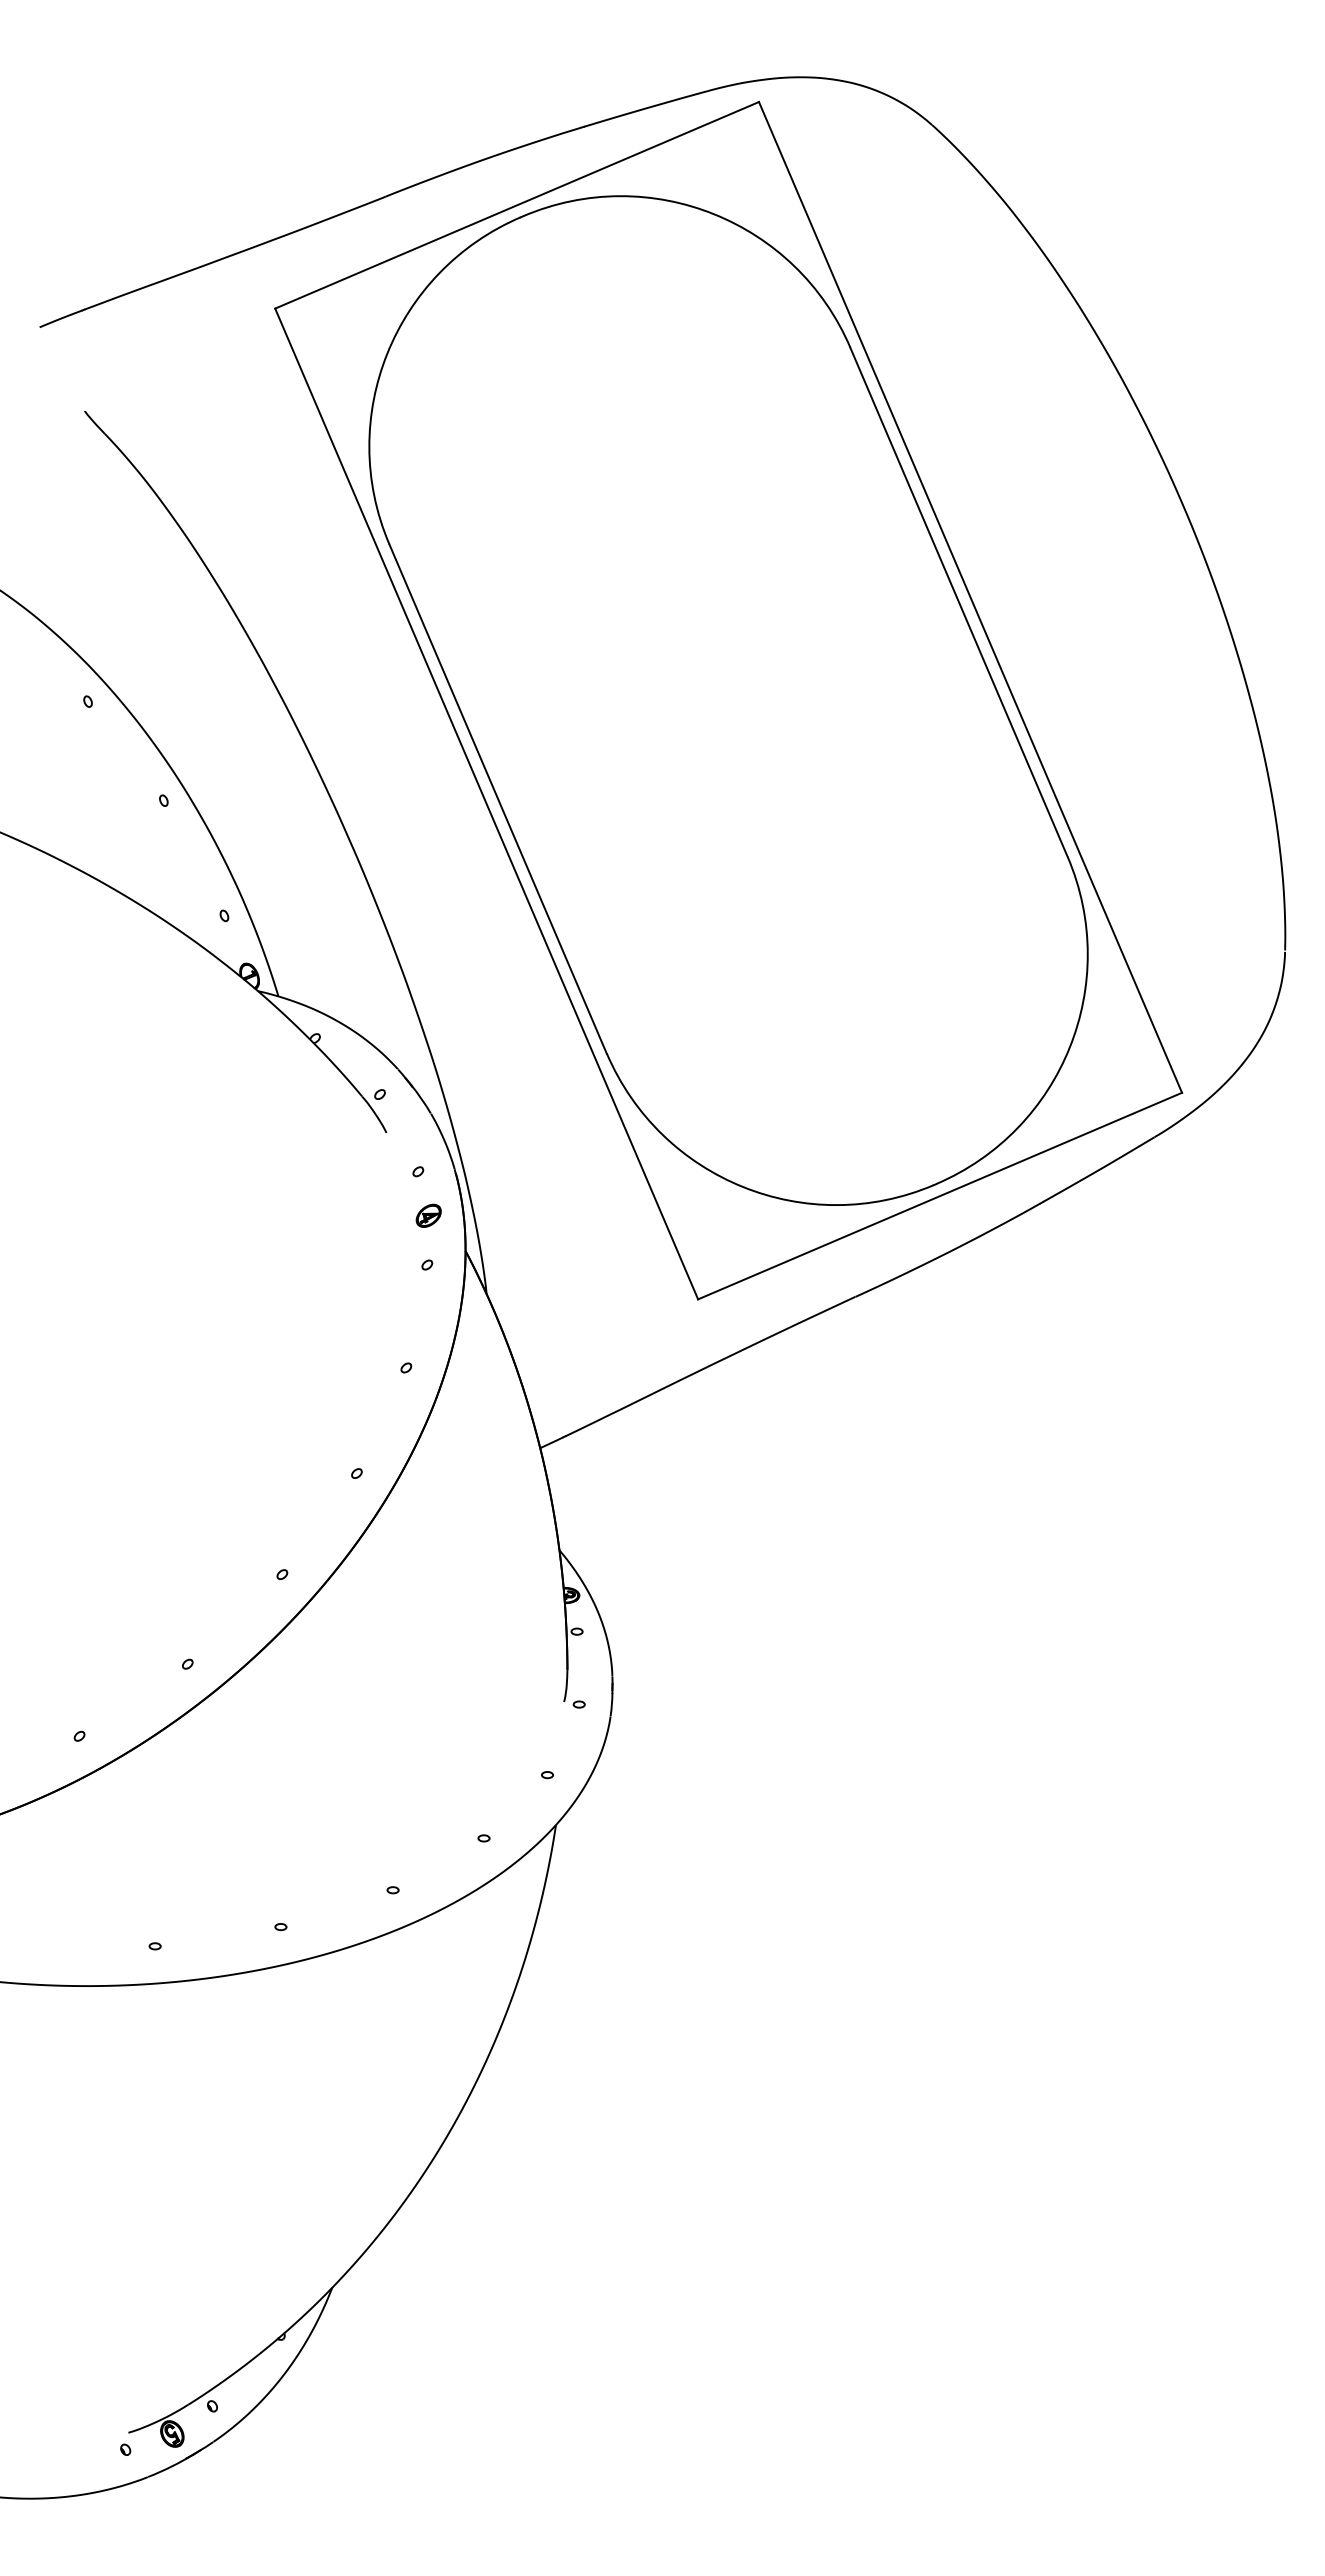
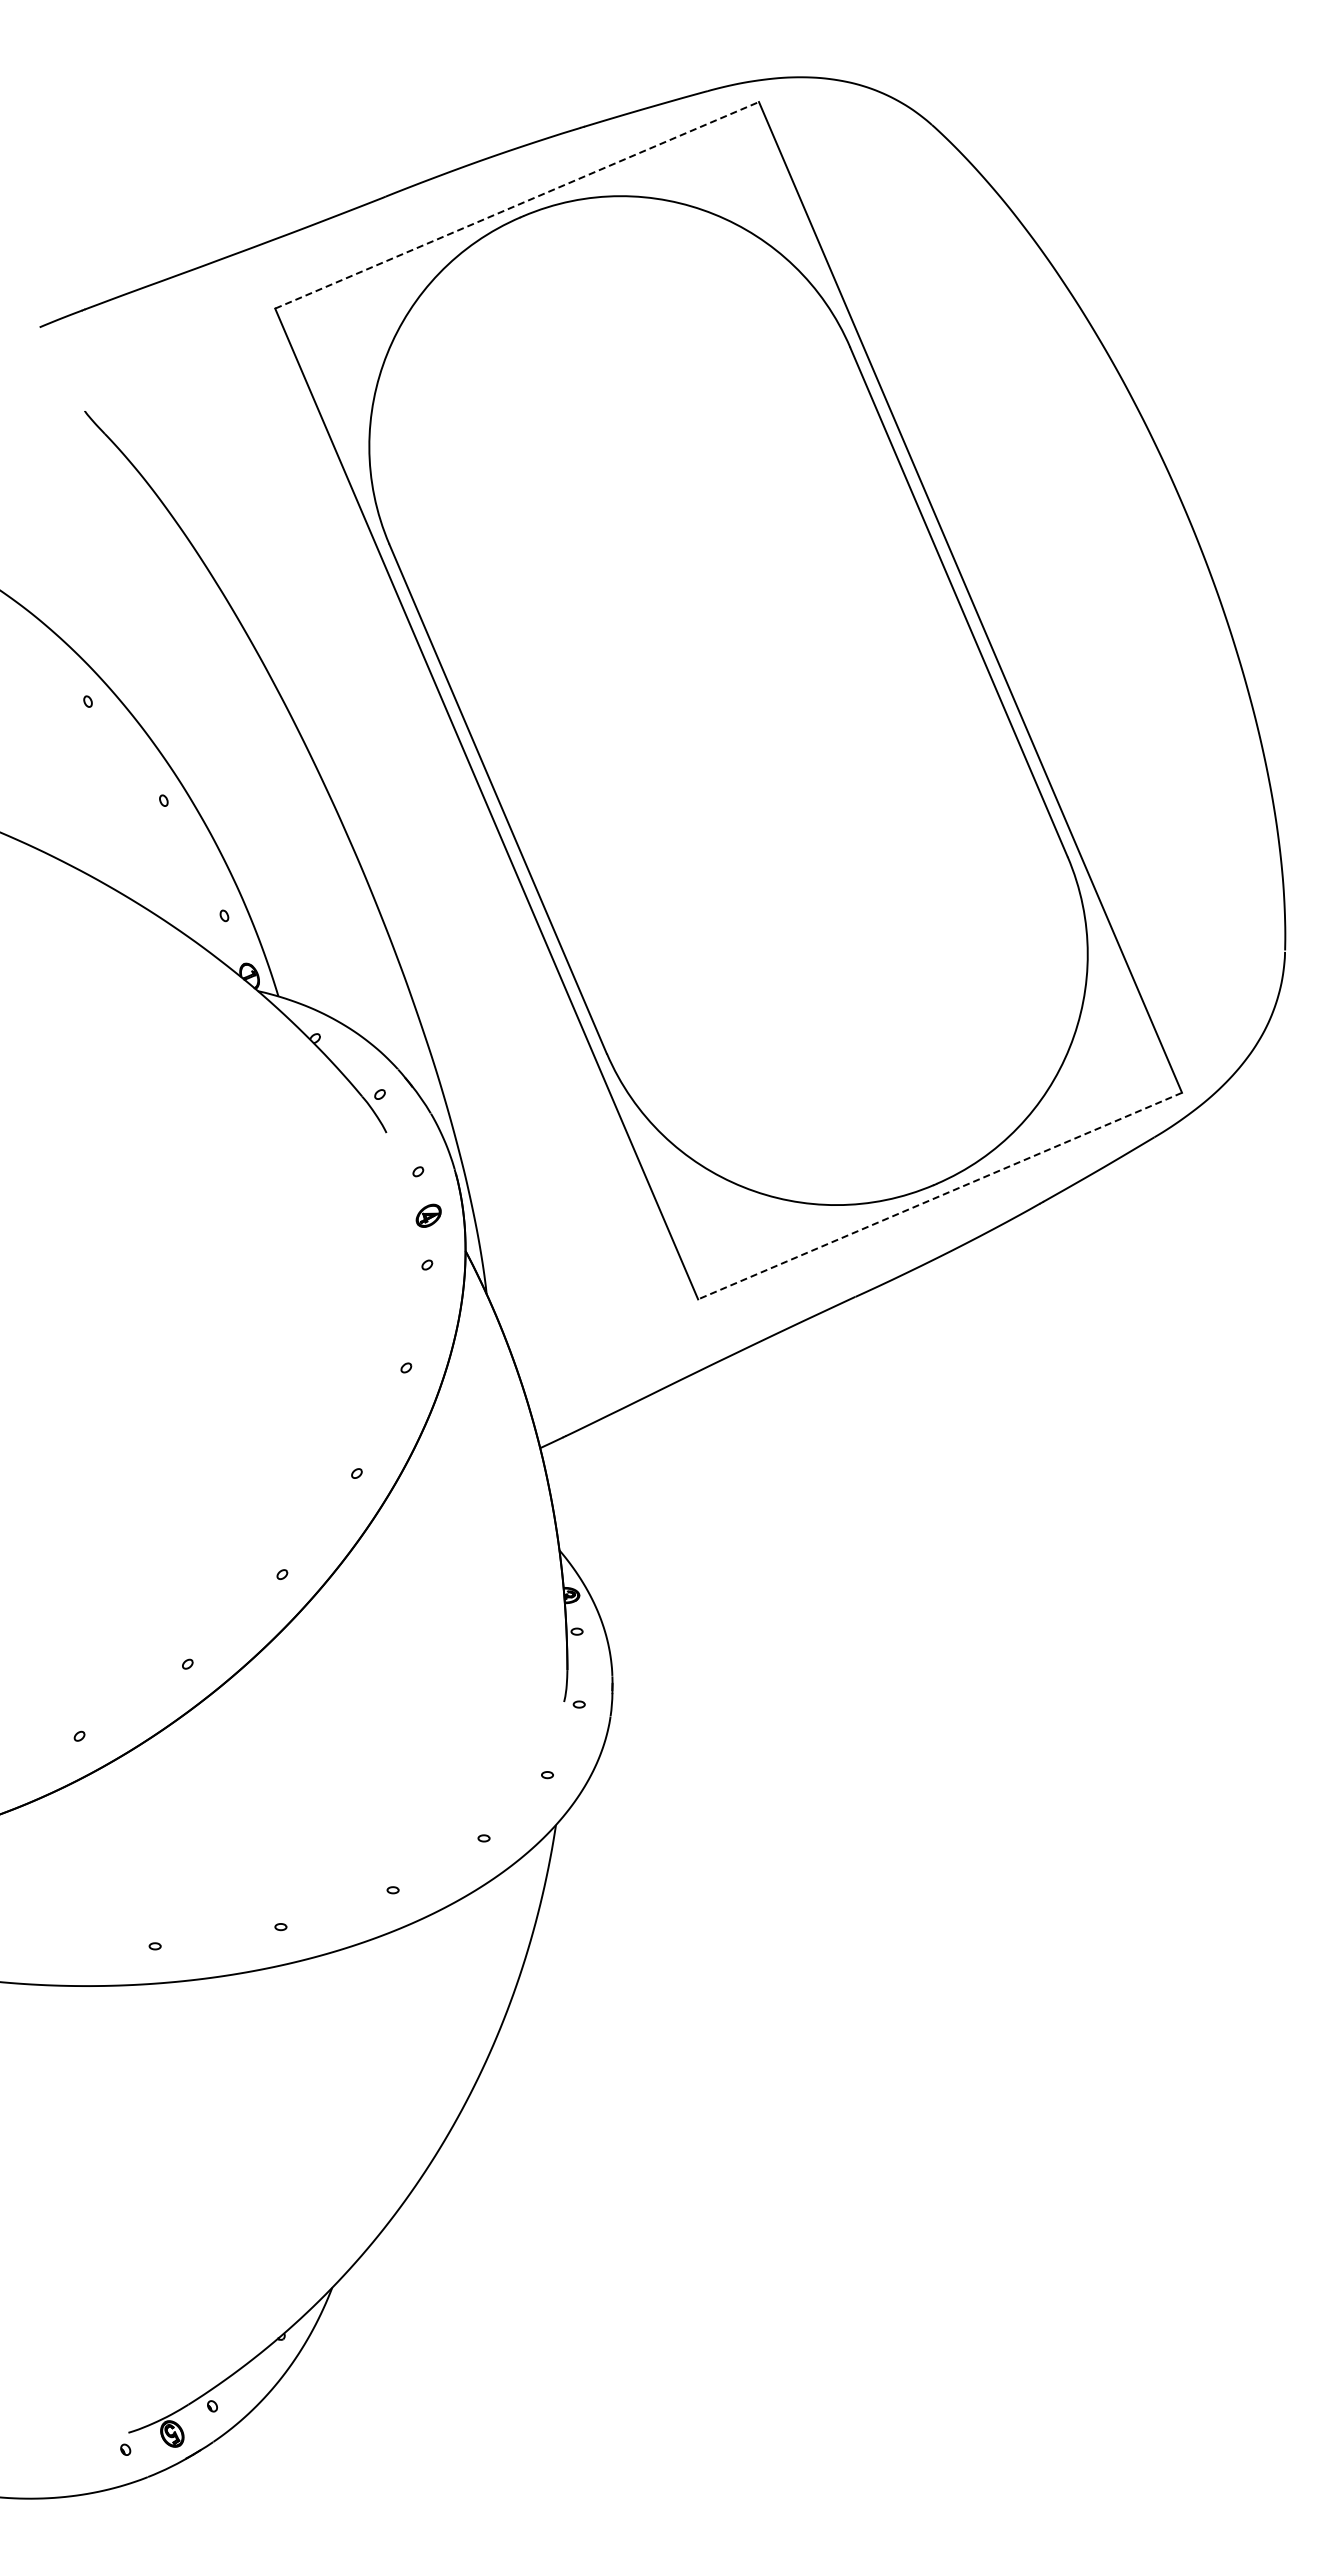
line at (517, 205): solid -> dashed
line at (939, 1196): solid -> dashed
